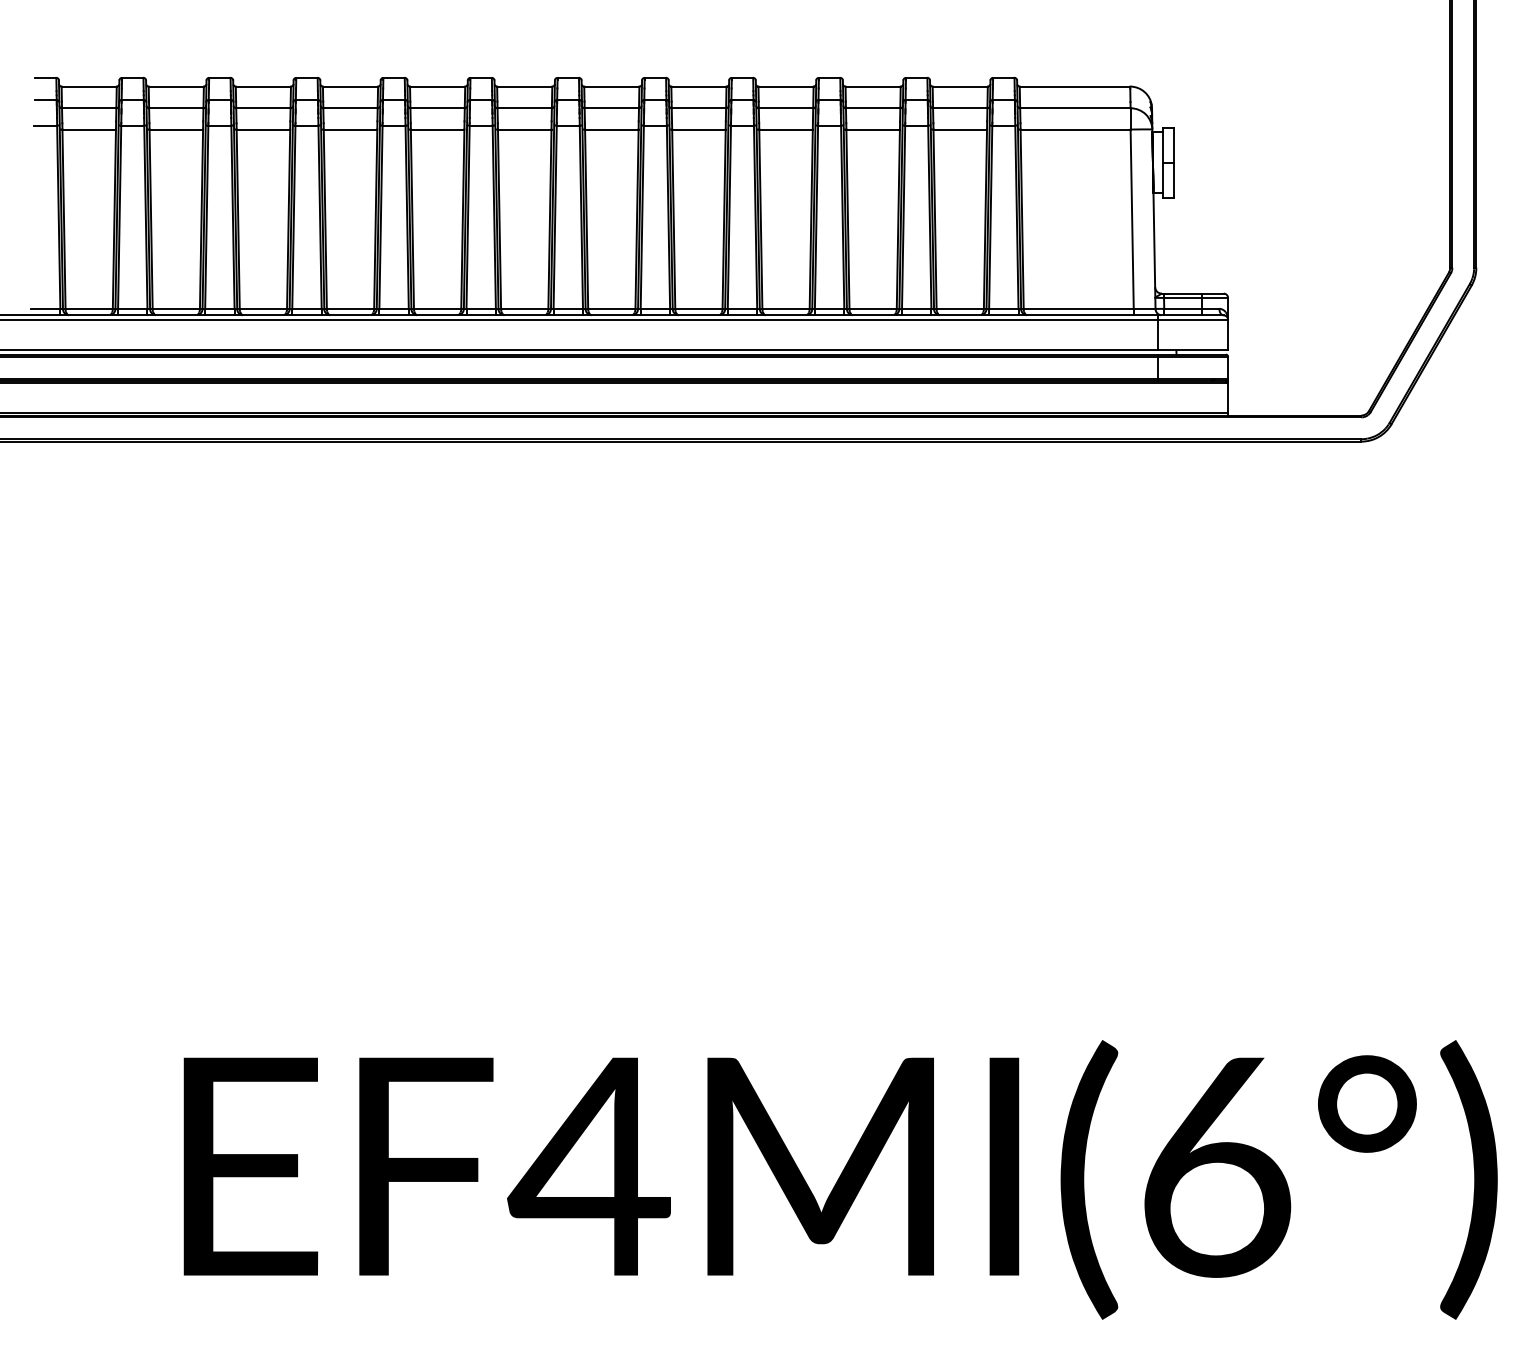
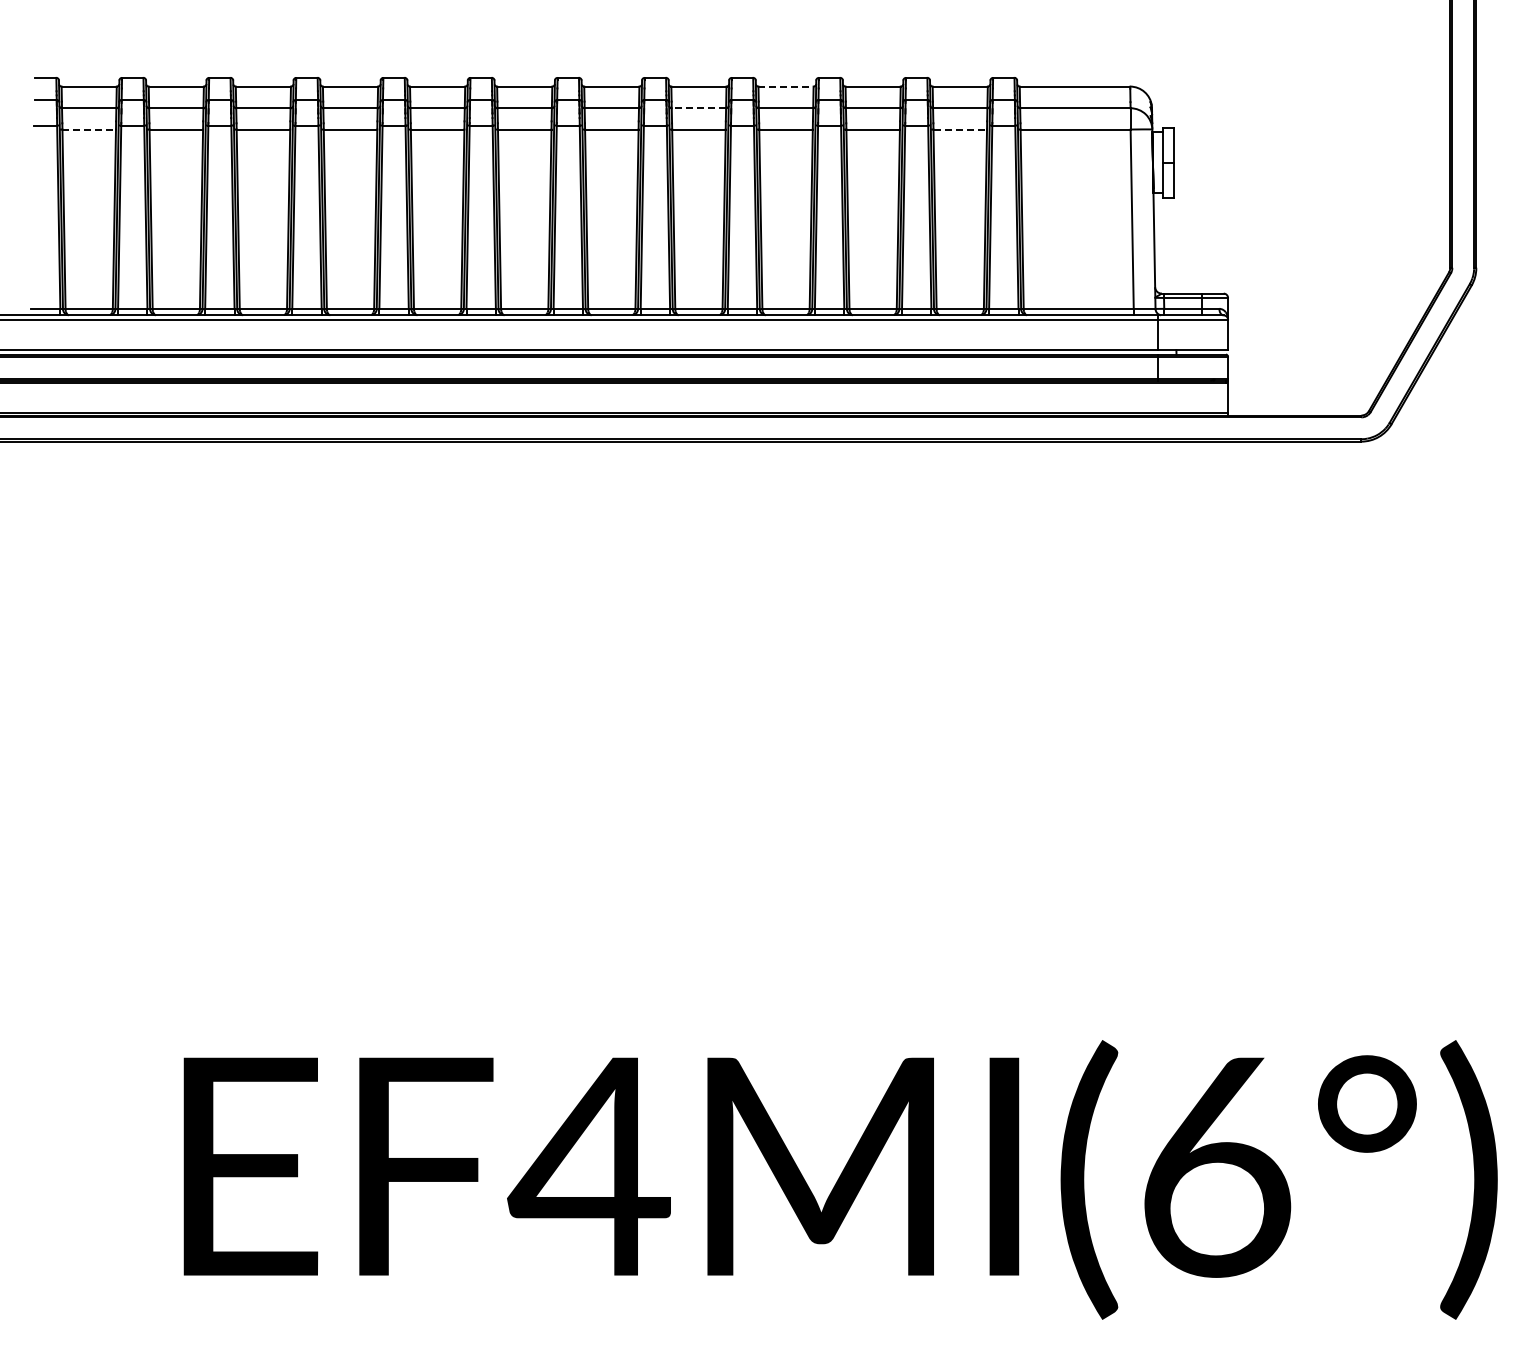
line at (786, 86): solid -> dashed
line at (698, 108): solid -> dashed
line at (89, 129): solid -> dashed
line at (960, 129): solid -> dashed
